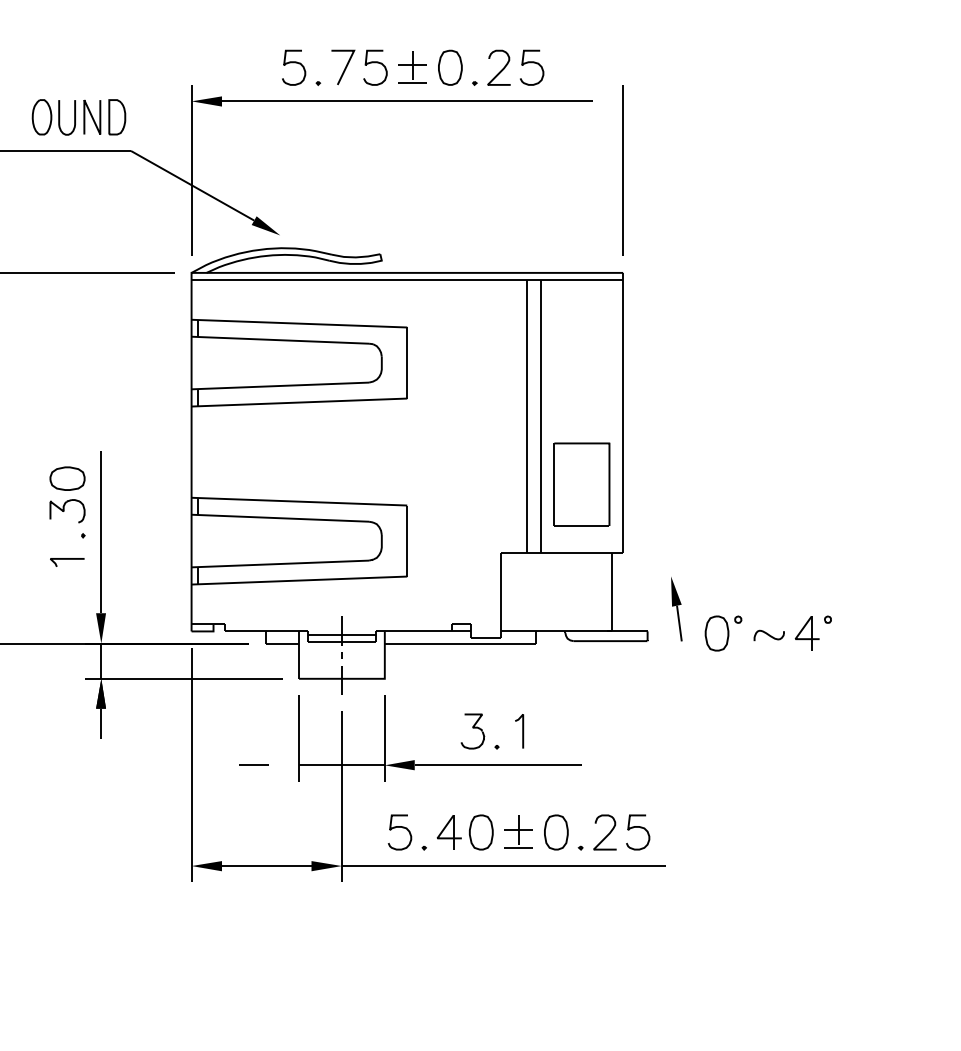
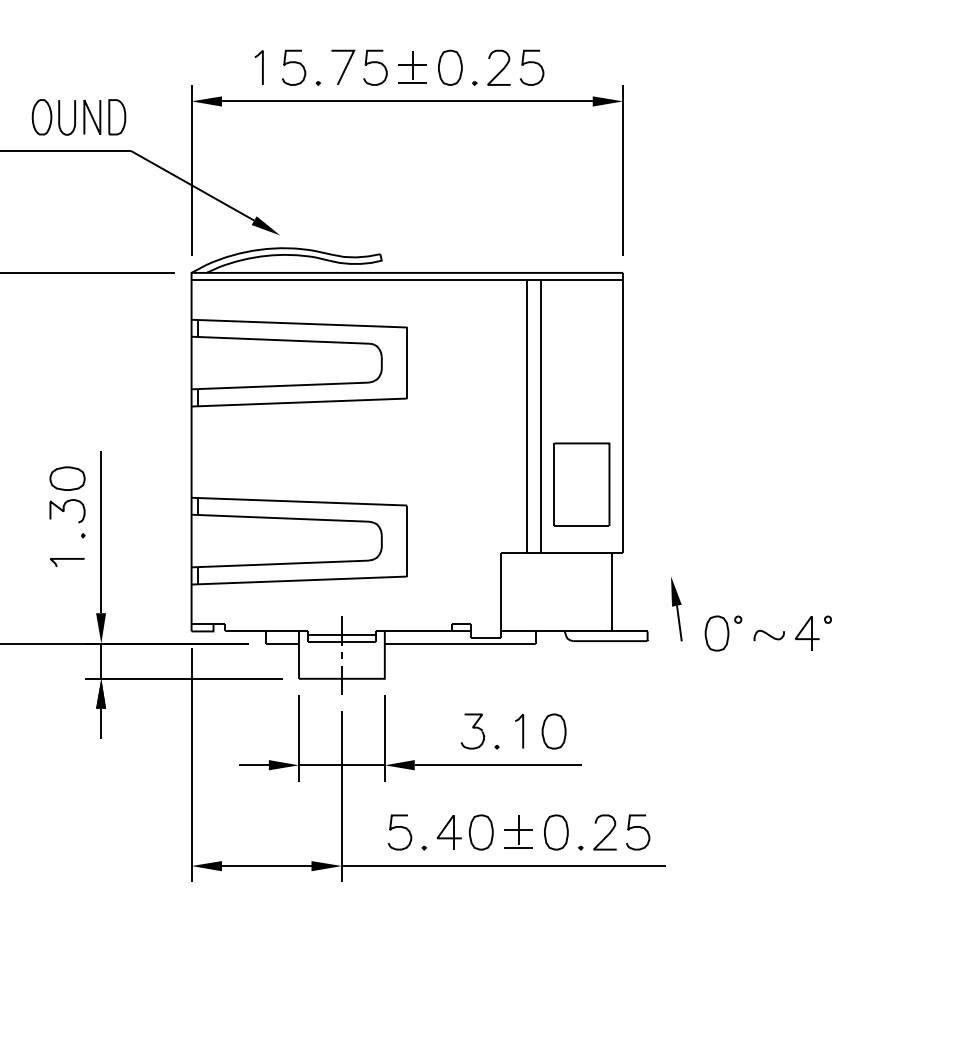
curve at (262, 67): none -> present
fill at (607, 101): none -> present
part at (553, 731): none -> present
fill at (283, 765): none -> present
